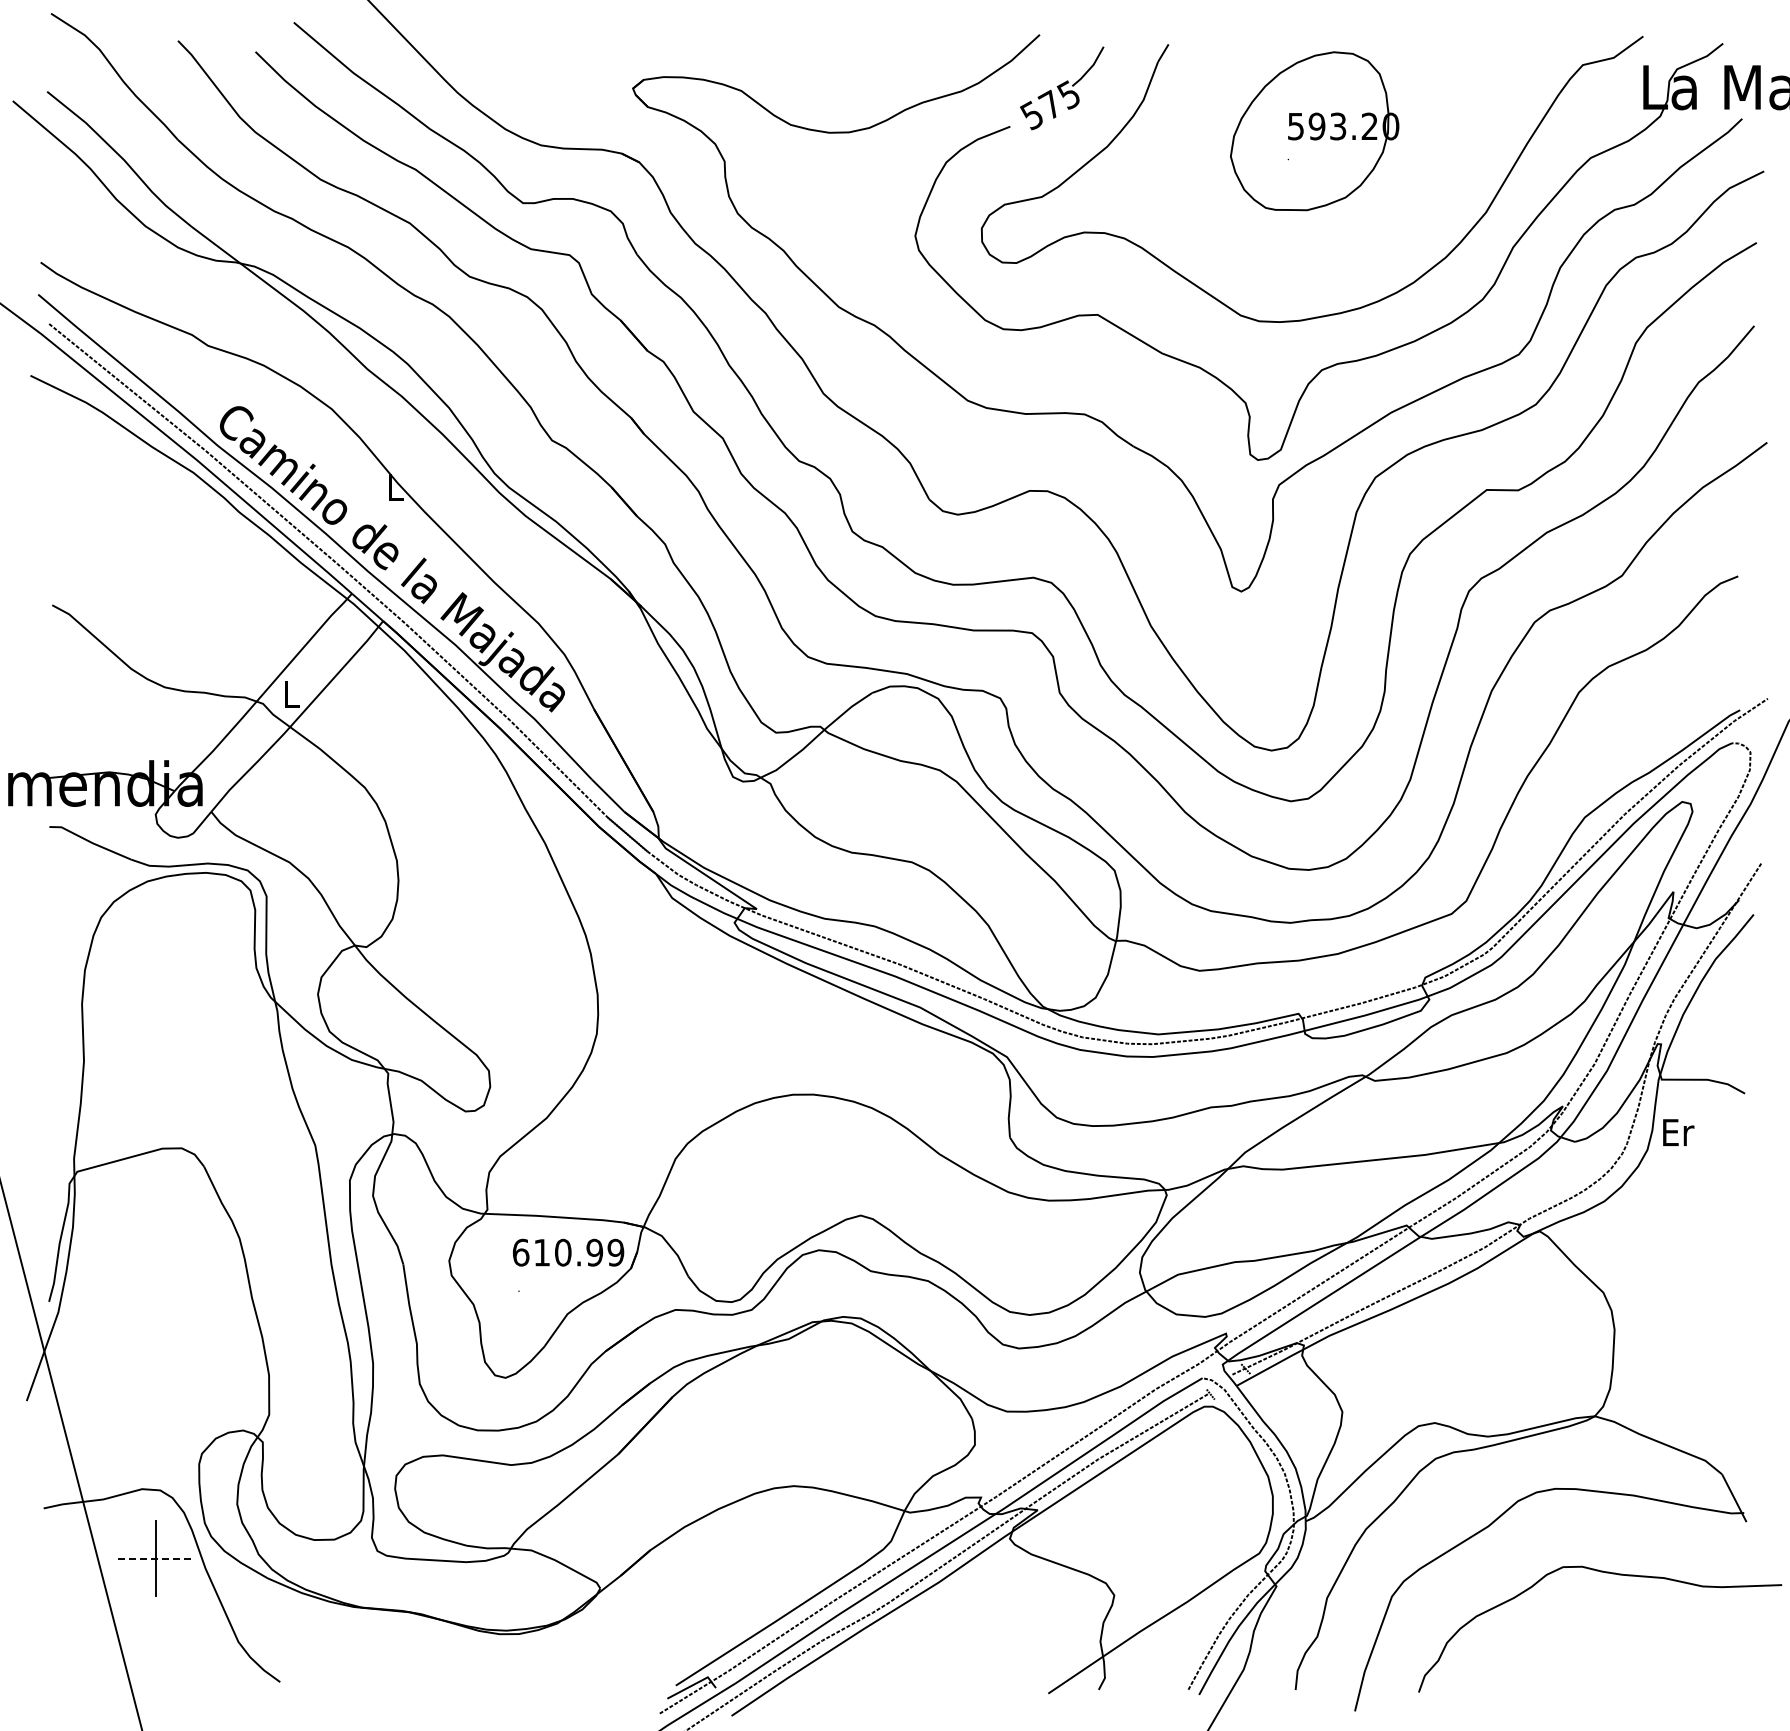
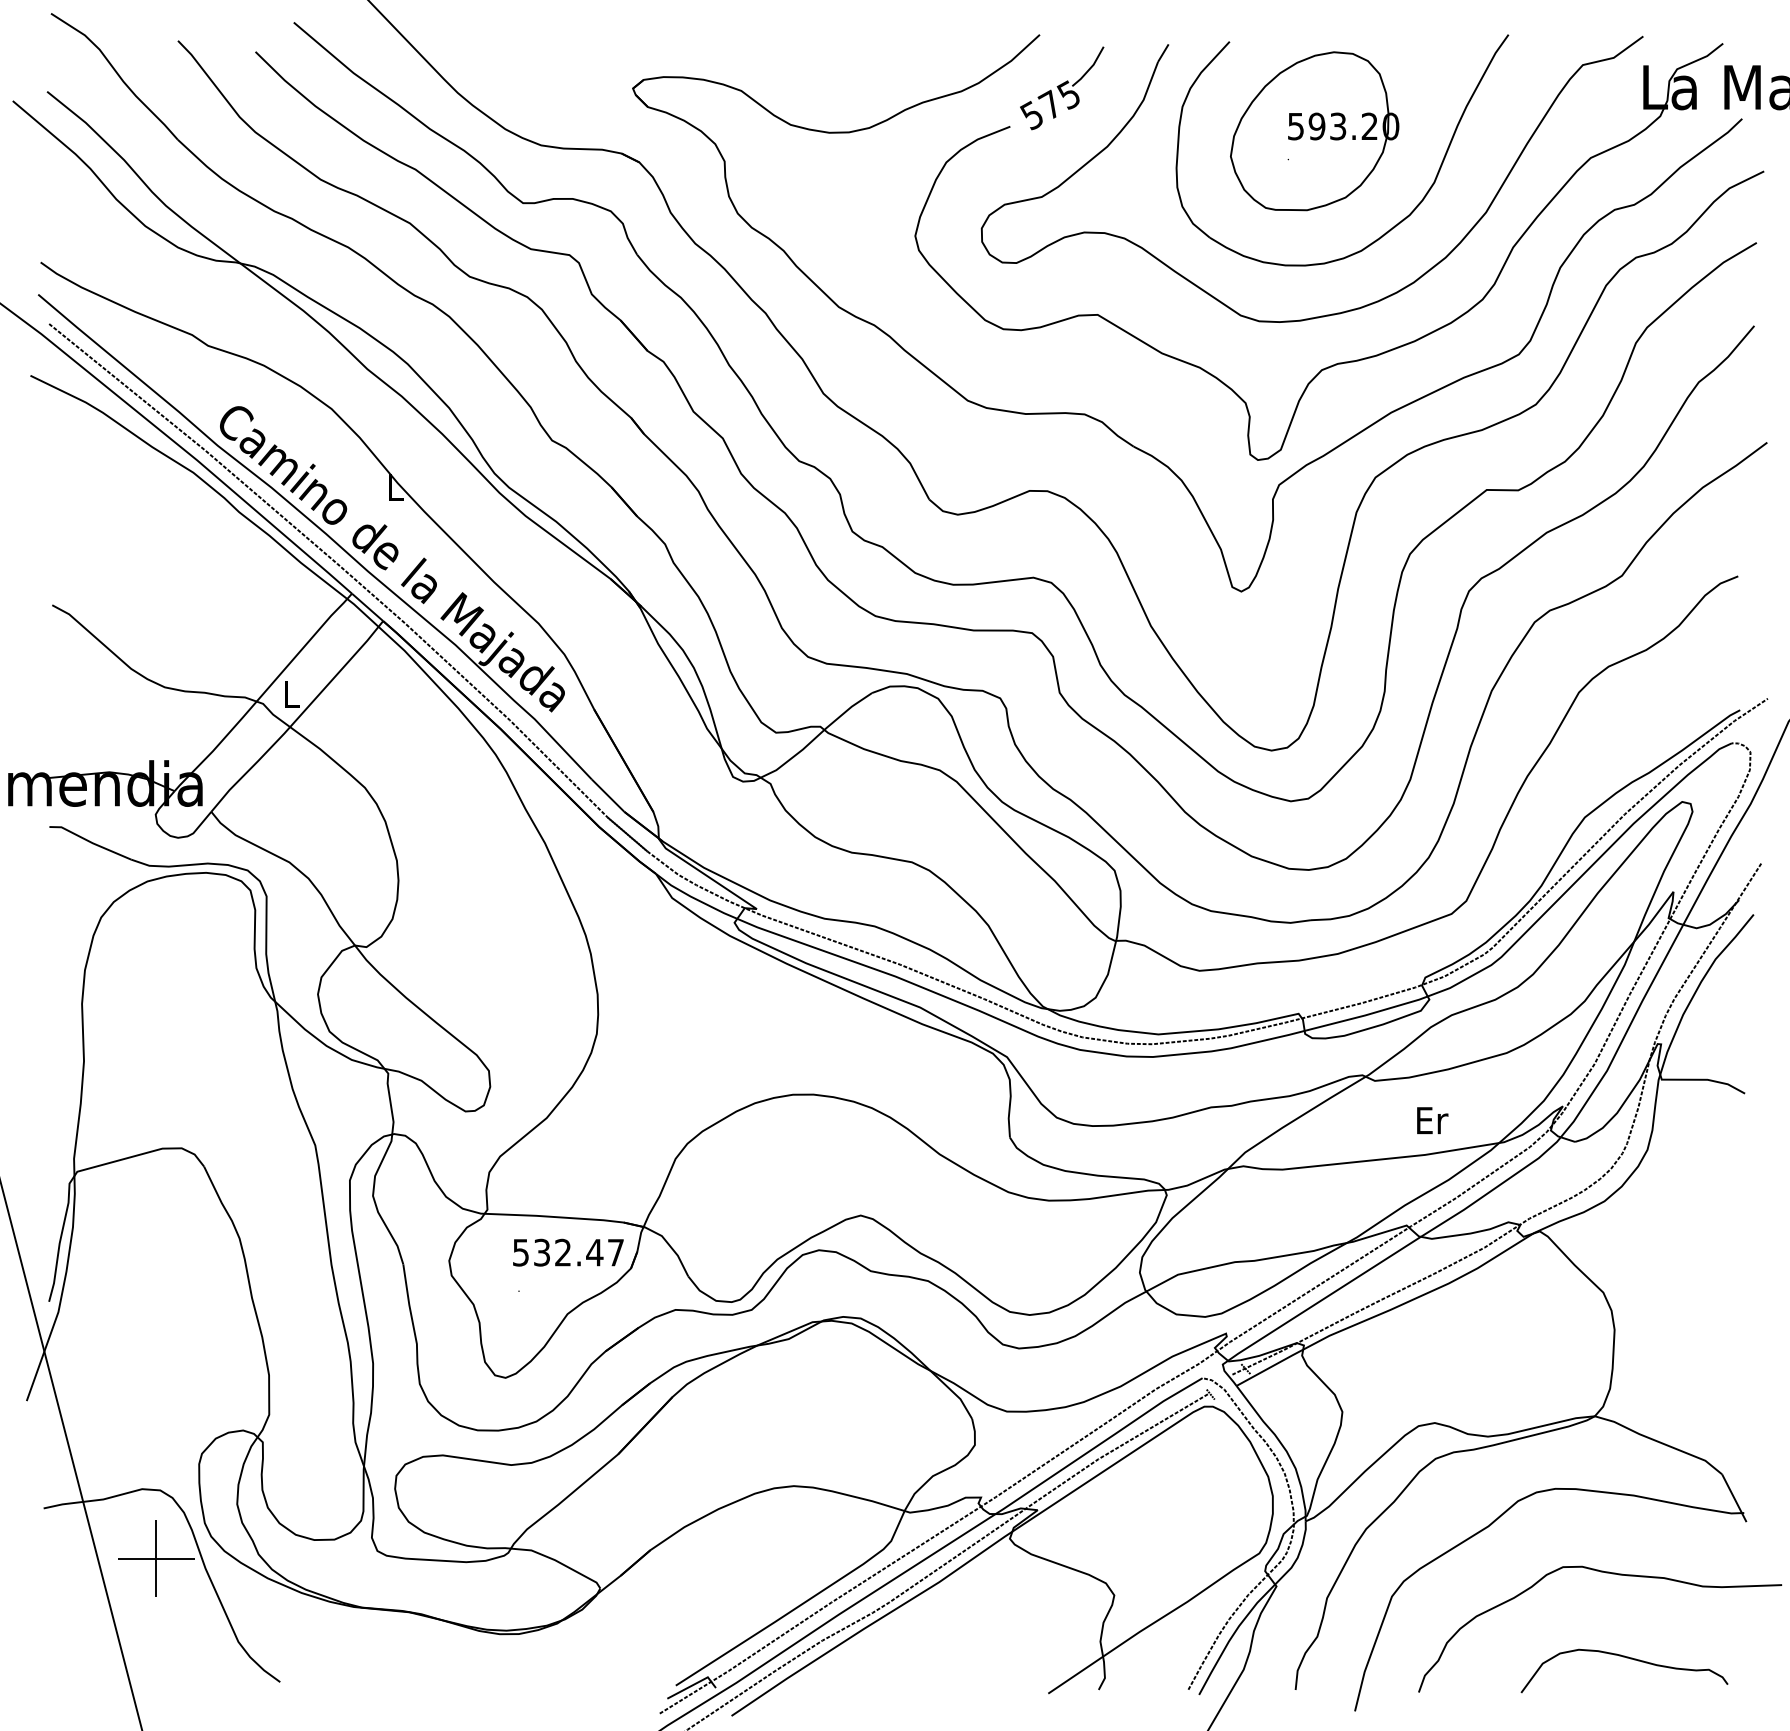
part at (1395, 224): none -> present
text at (1678, 1132) position: (1678, 1132) -> (1432, 1120)
text at (568, 1252): 610.99 -> 532.47
line at (156, 1558): dashed -> solid
curve at (1626, 1658): none -> present
